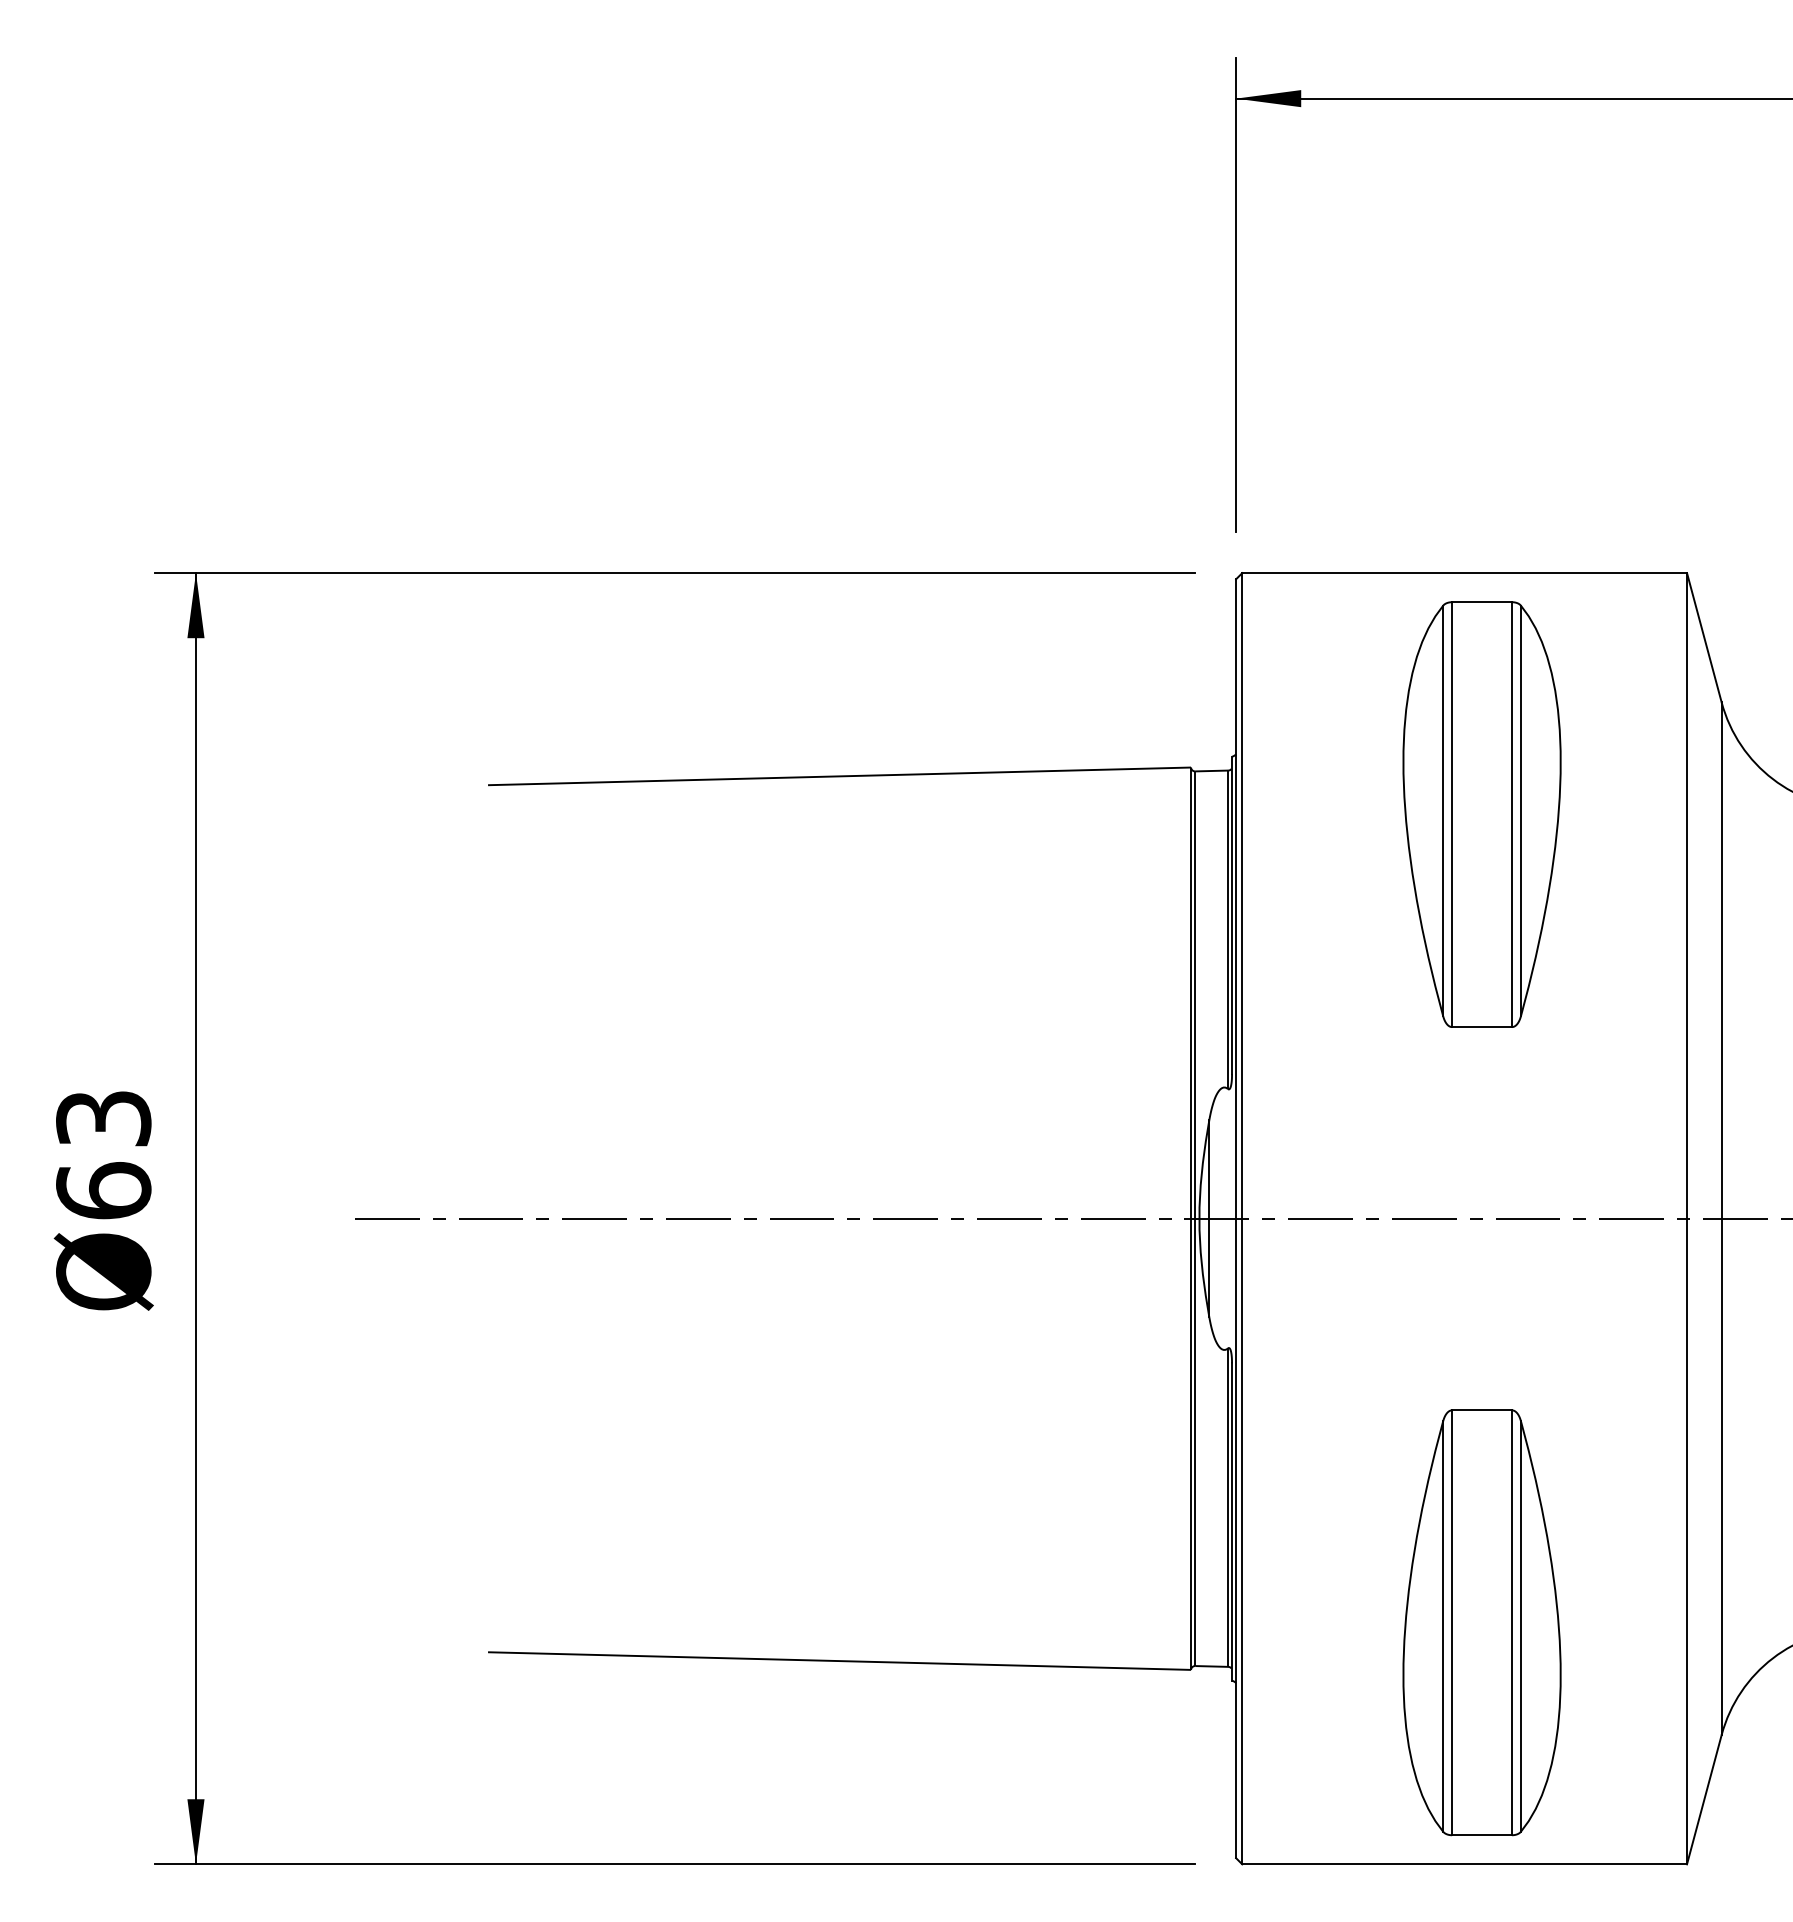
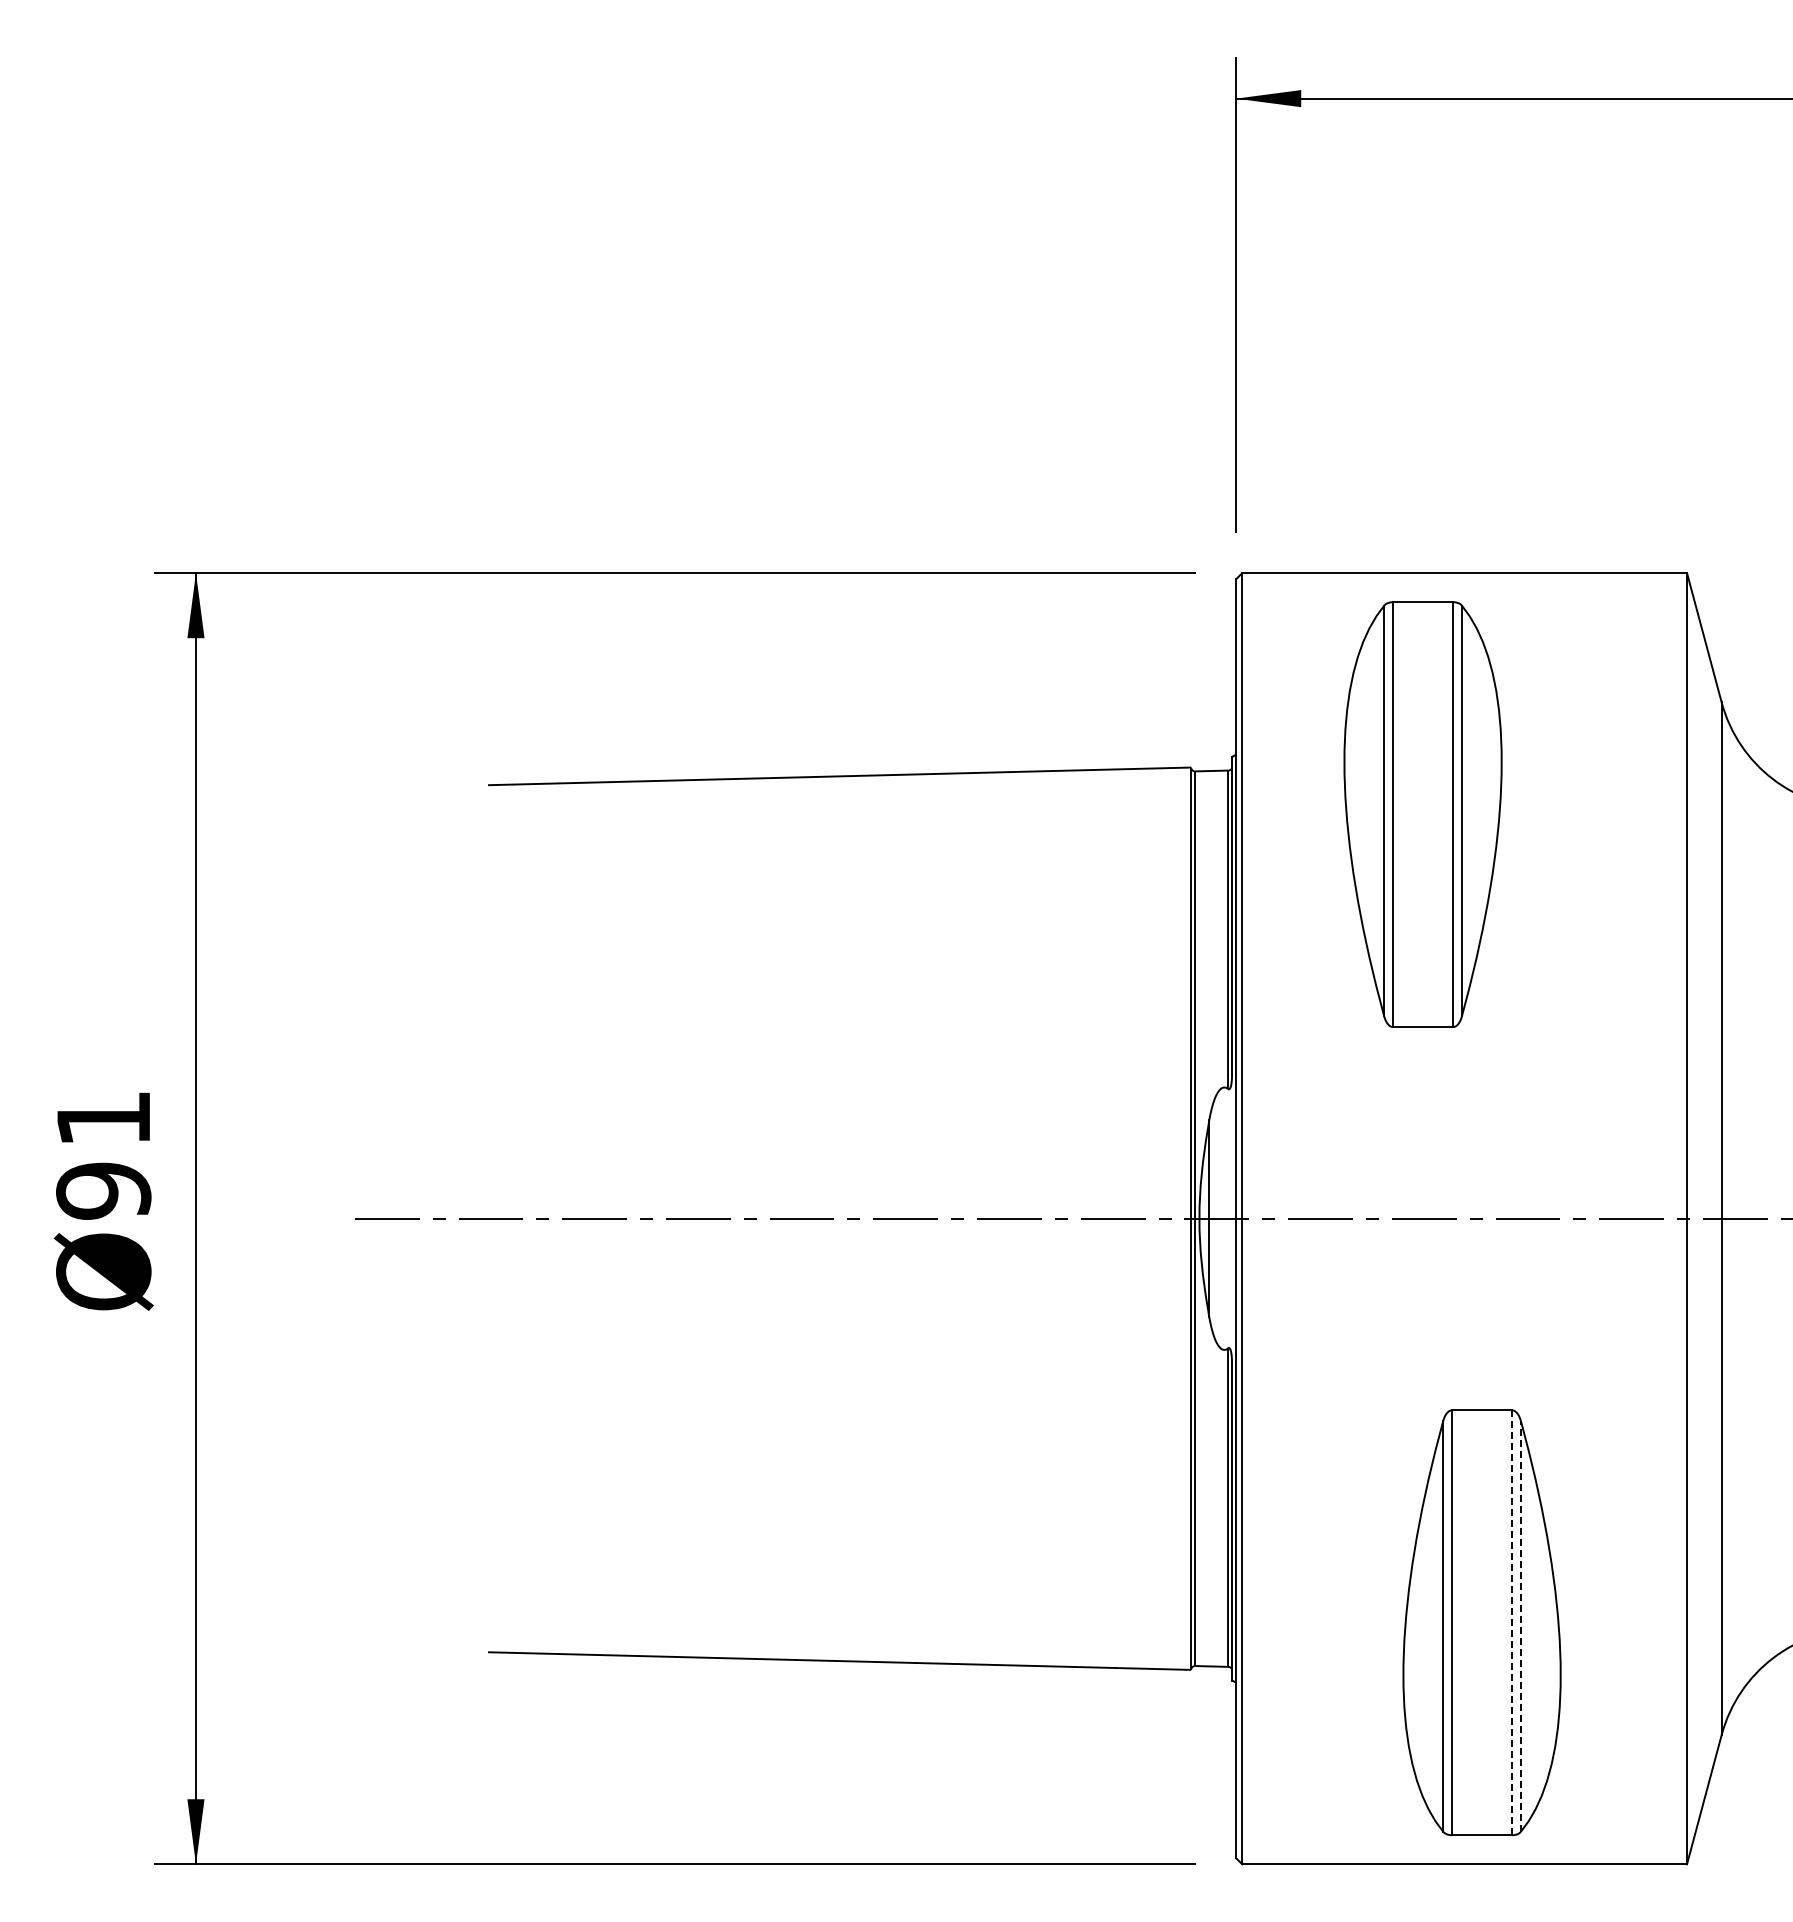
part at (1481, 814) position: (1481, 814) -> (1422, 814)
text at (103, 1155): Ø63 -> Ø91
line at (1512, 1622): solid -> dashed
line at (1520, 1625): solid -> dashed
